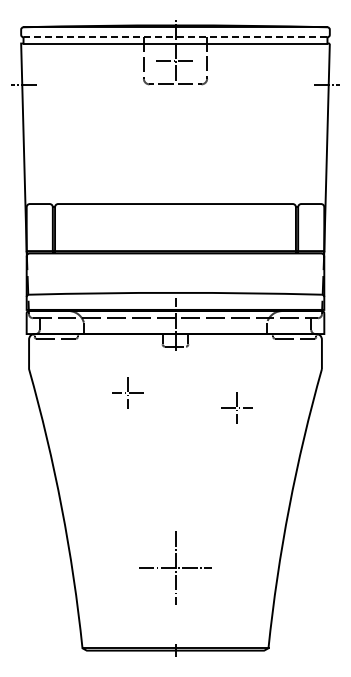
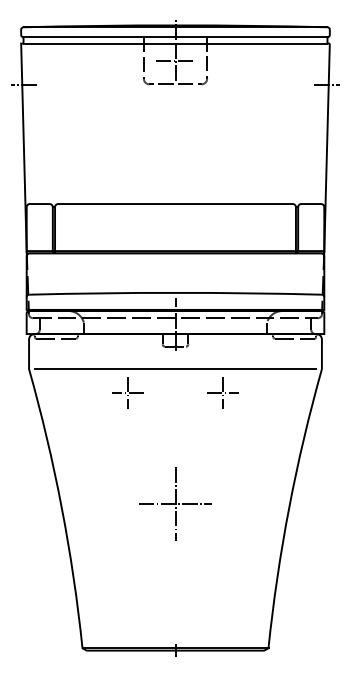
line at (175, 37): dashed -> solid
line at (175, 369): none -> present
part at (236, 407) position: (236, 407) -> (222, 392)
part at (175, 567) position: (175, 567) -> (175, 503)
